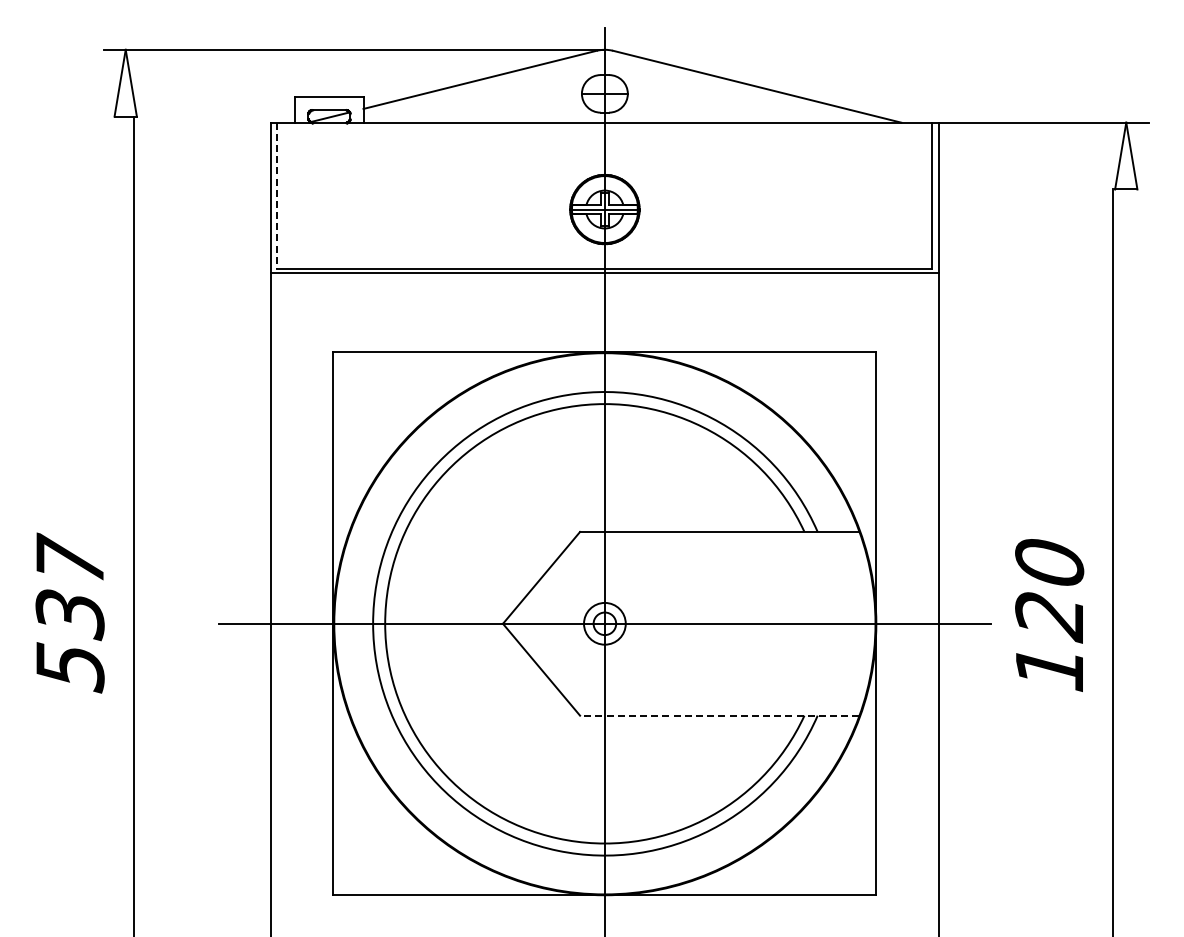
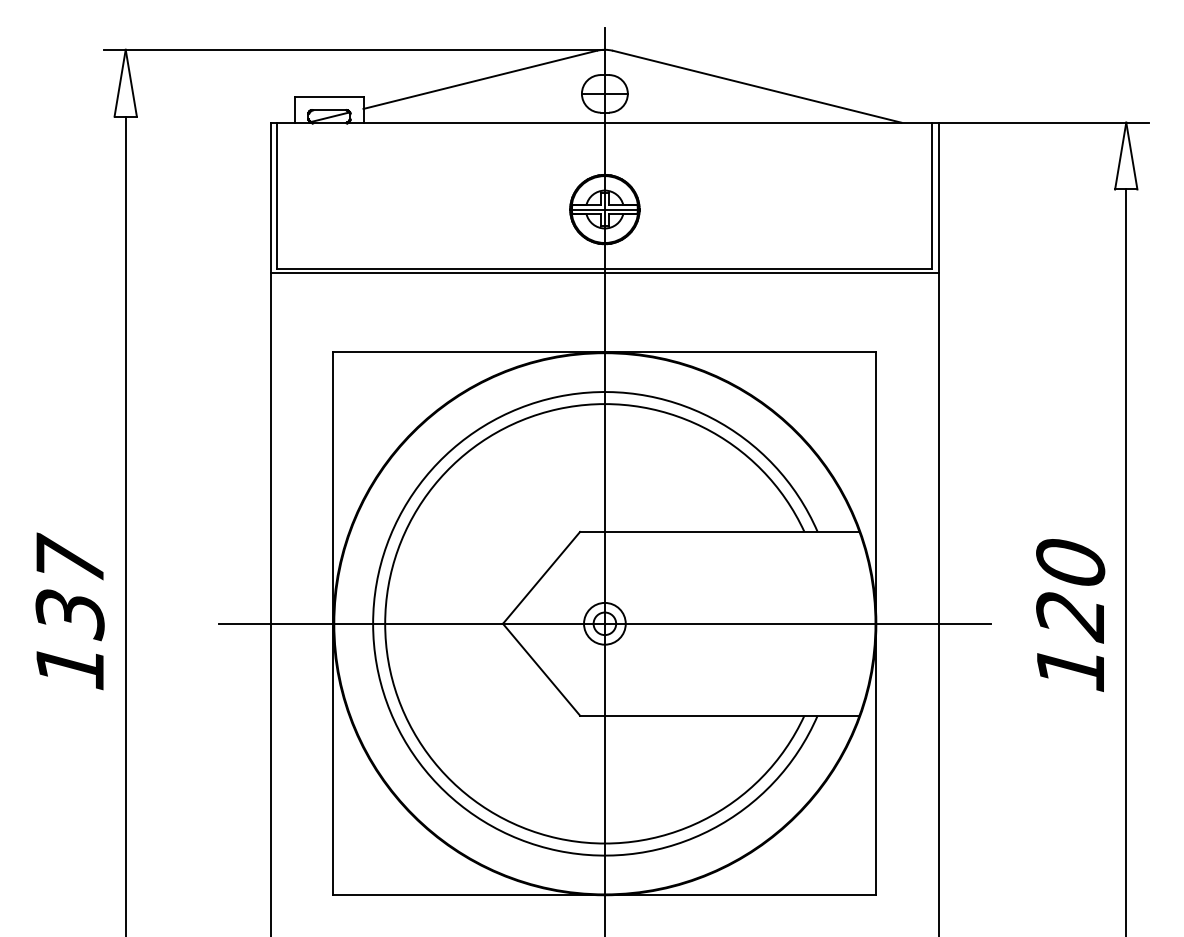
line at (277, 196): dashed -> solid
line at (133, 524) position: (133, 524) -> (125, 524)
line at (1113, 561) position: (1113, 561) -> (1126, 561)
text at (1049, 615) position: (1049, 615) -> (1070, 615)
text at (70, 667): 537 -> 137
line at (719, 715): dashed -> solid
